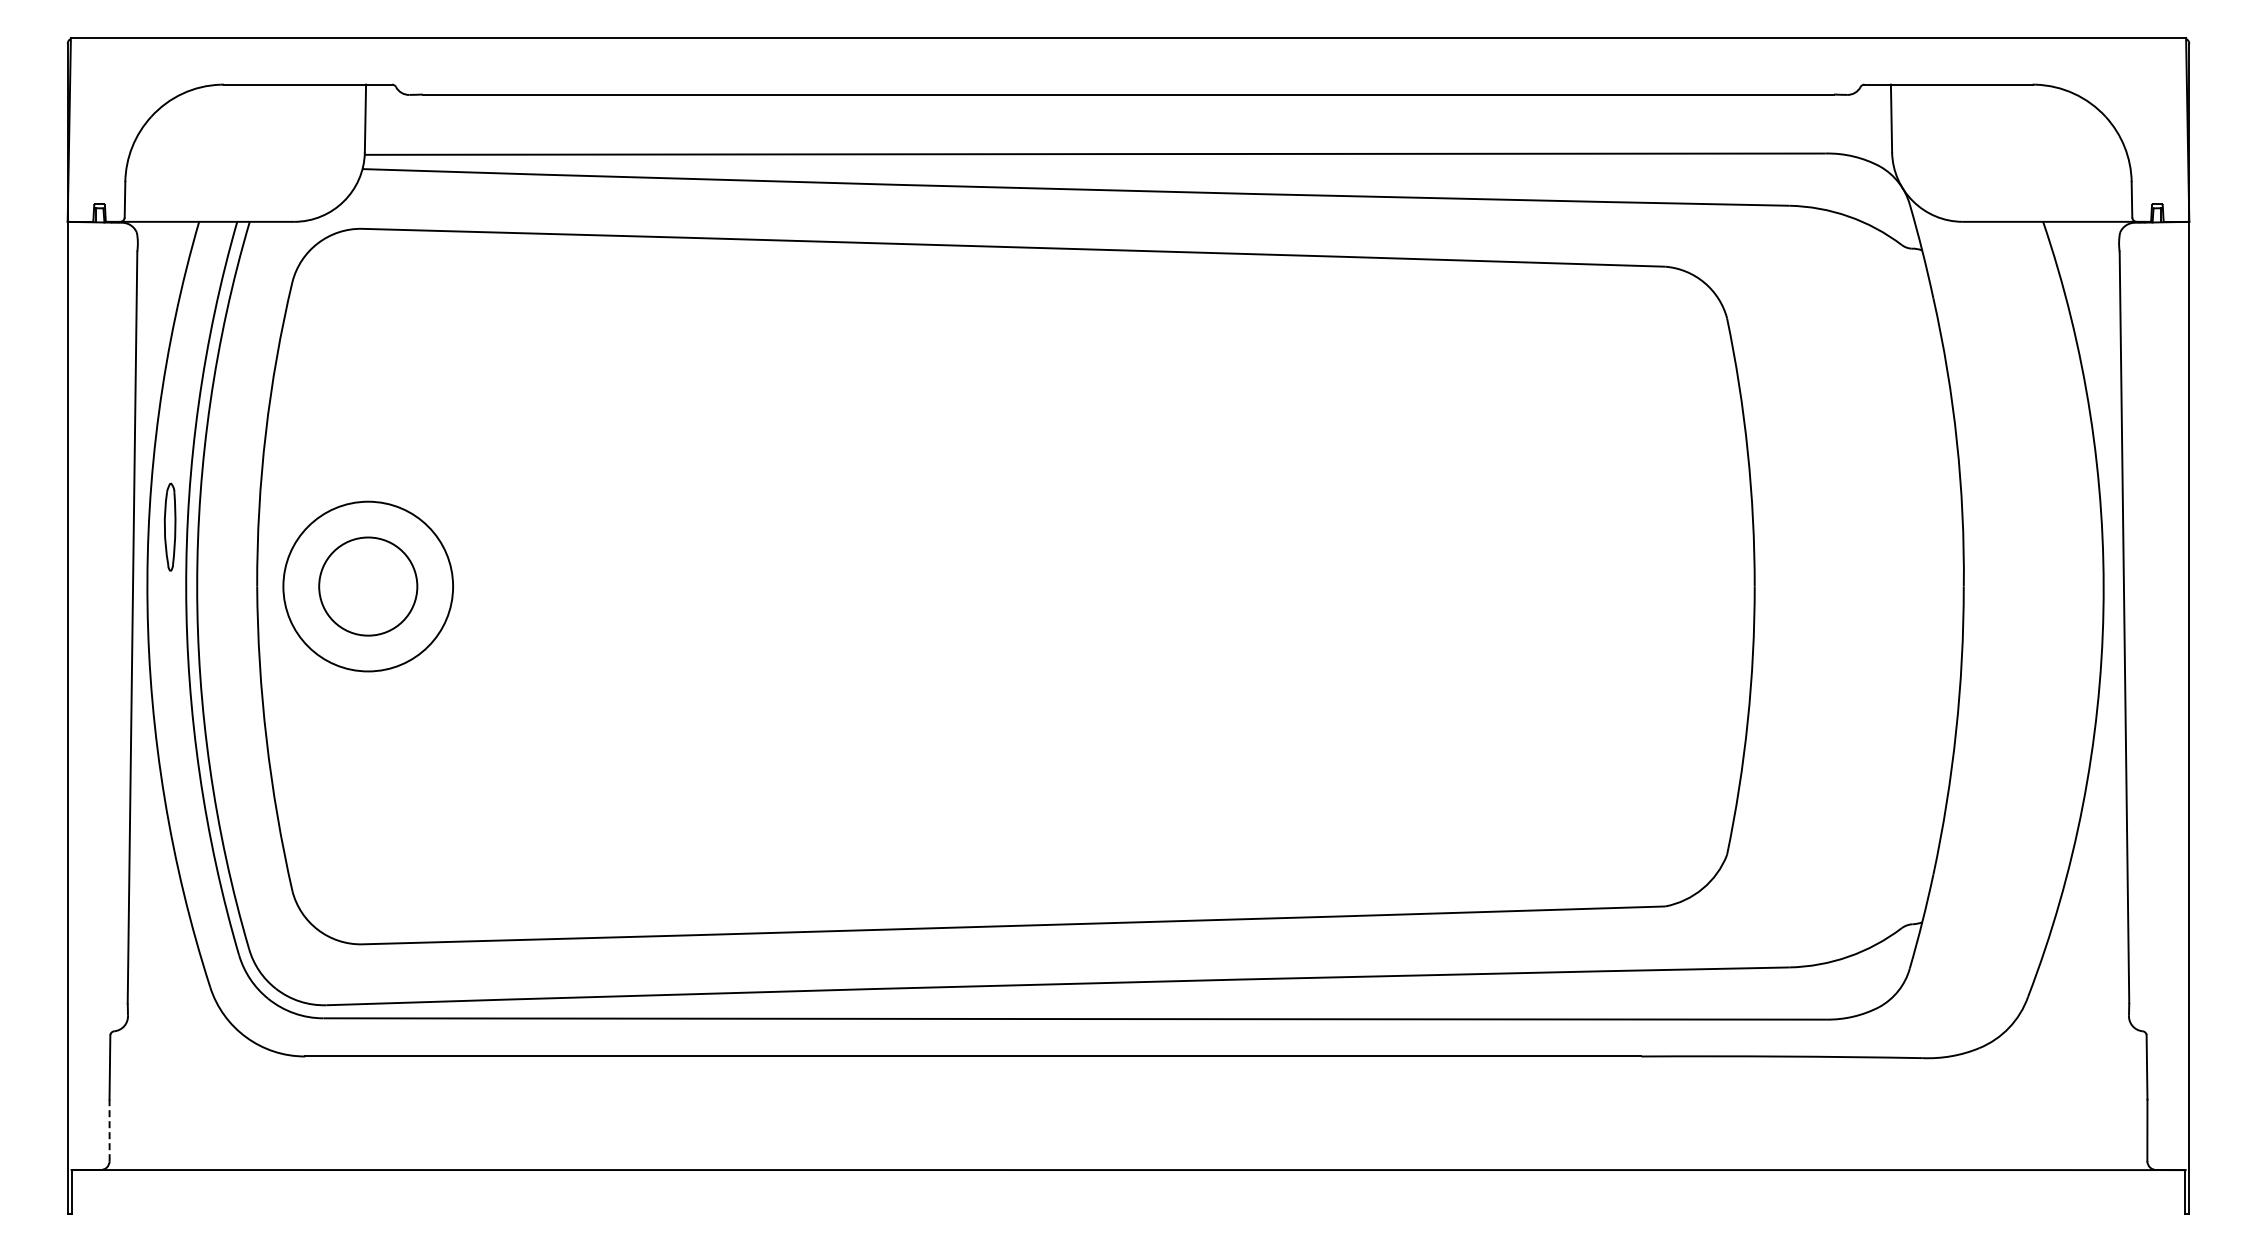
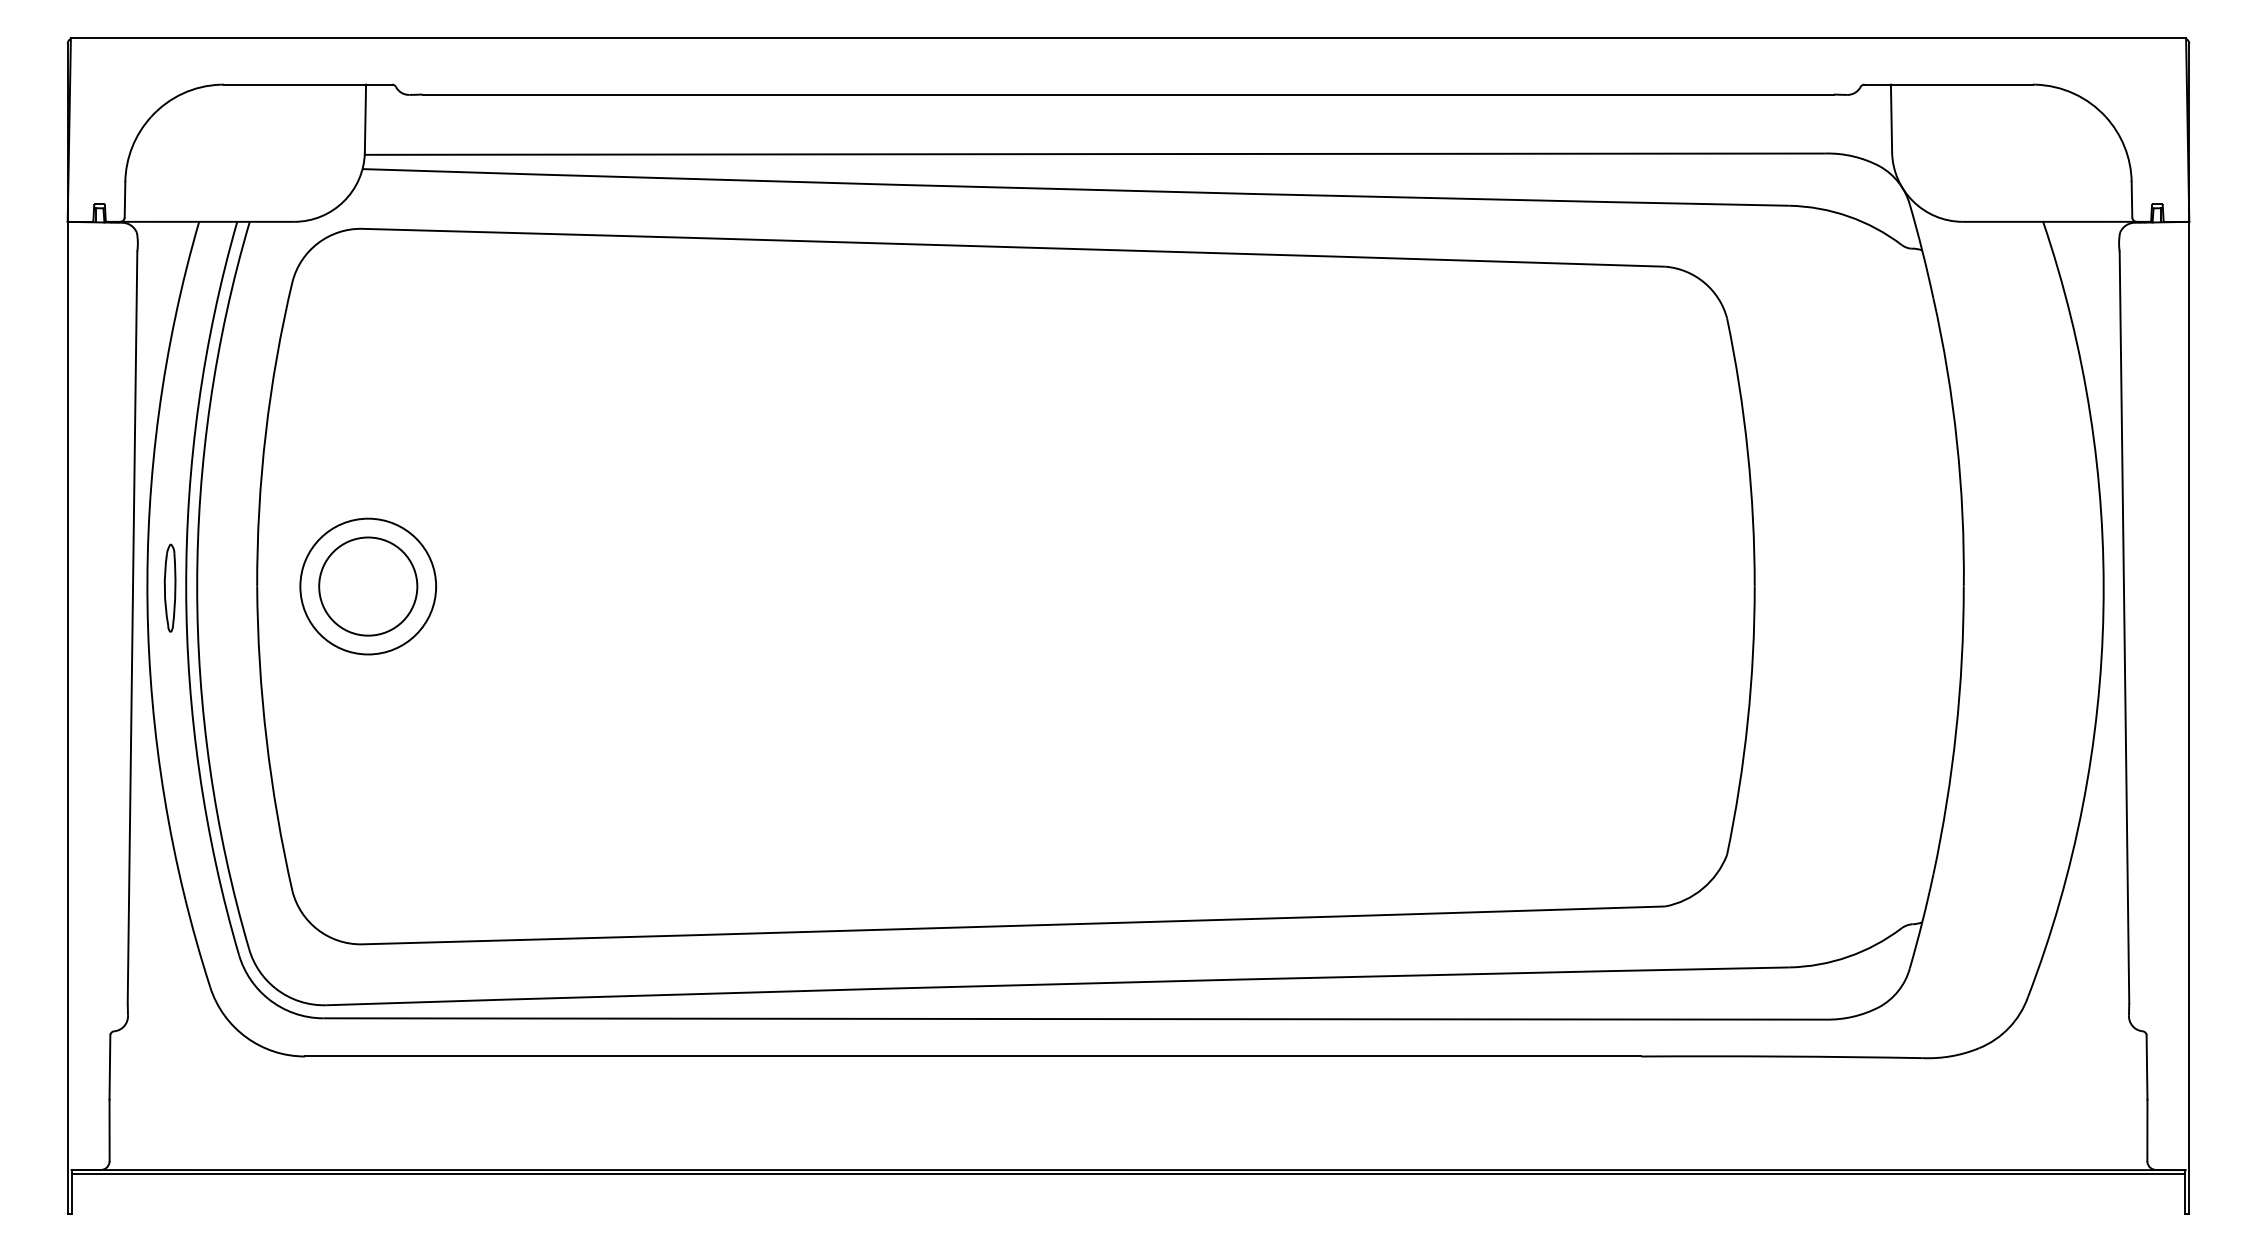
part at (169, 526) position: (169, 526) -> (169, 587)
circle at (368, 586) diameter: 170 px -> 136 px
line at (109, 1130): dashed -> solid
line at (1128, 1173): none -> present
